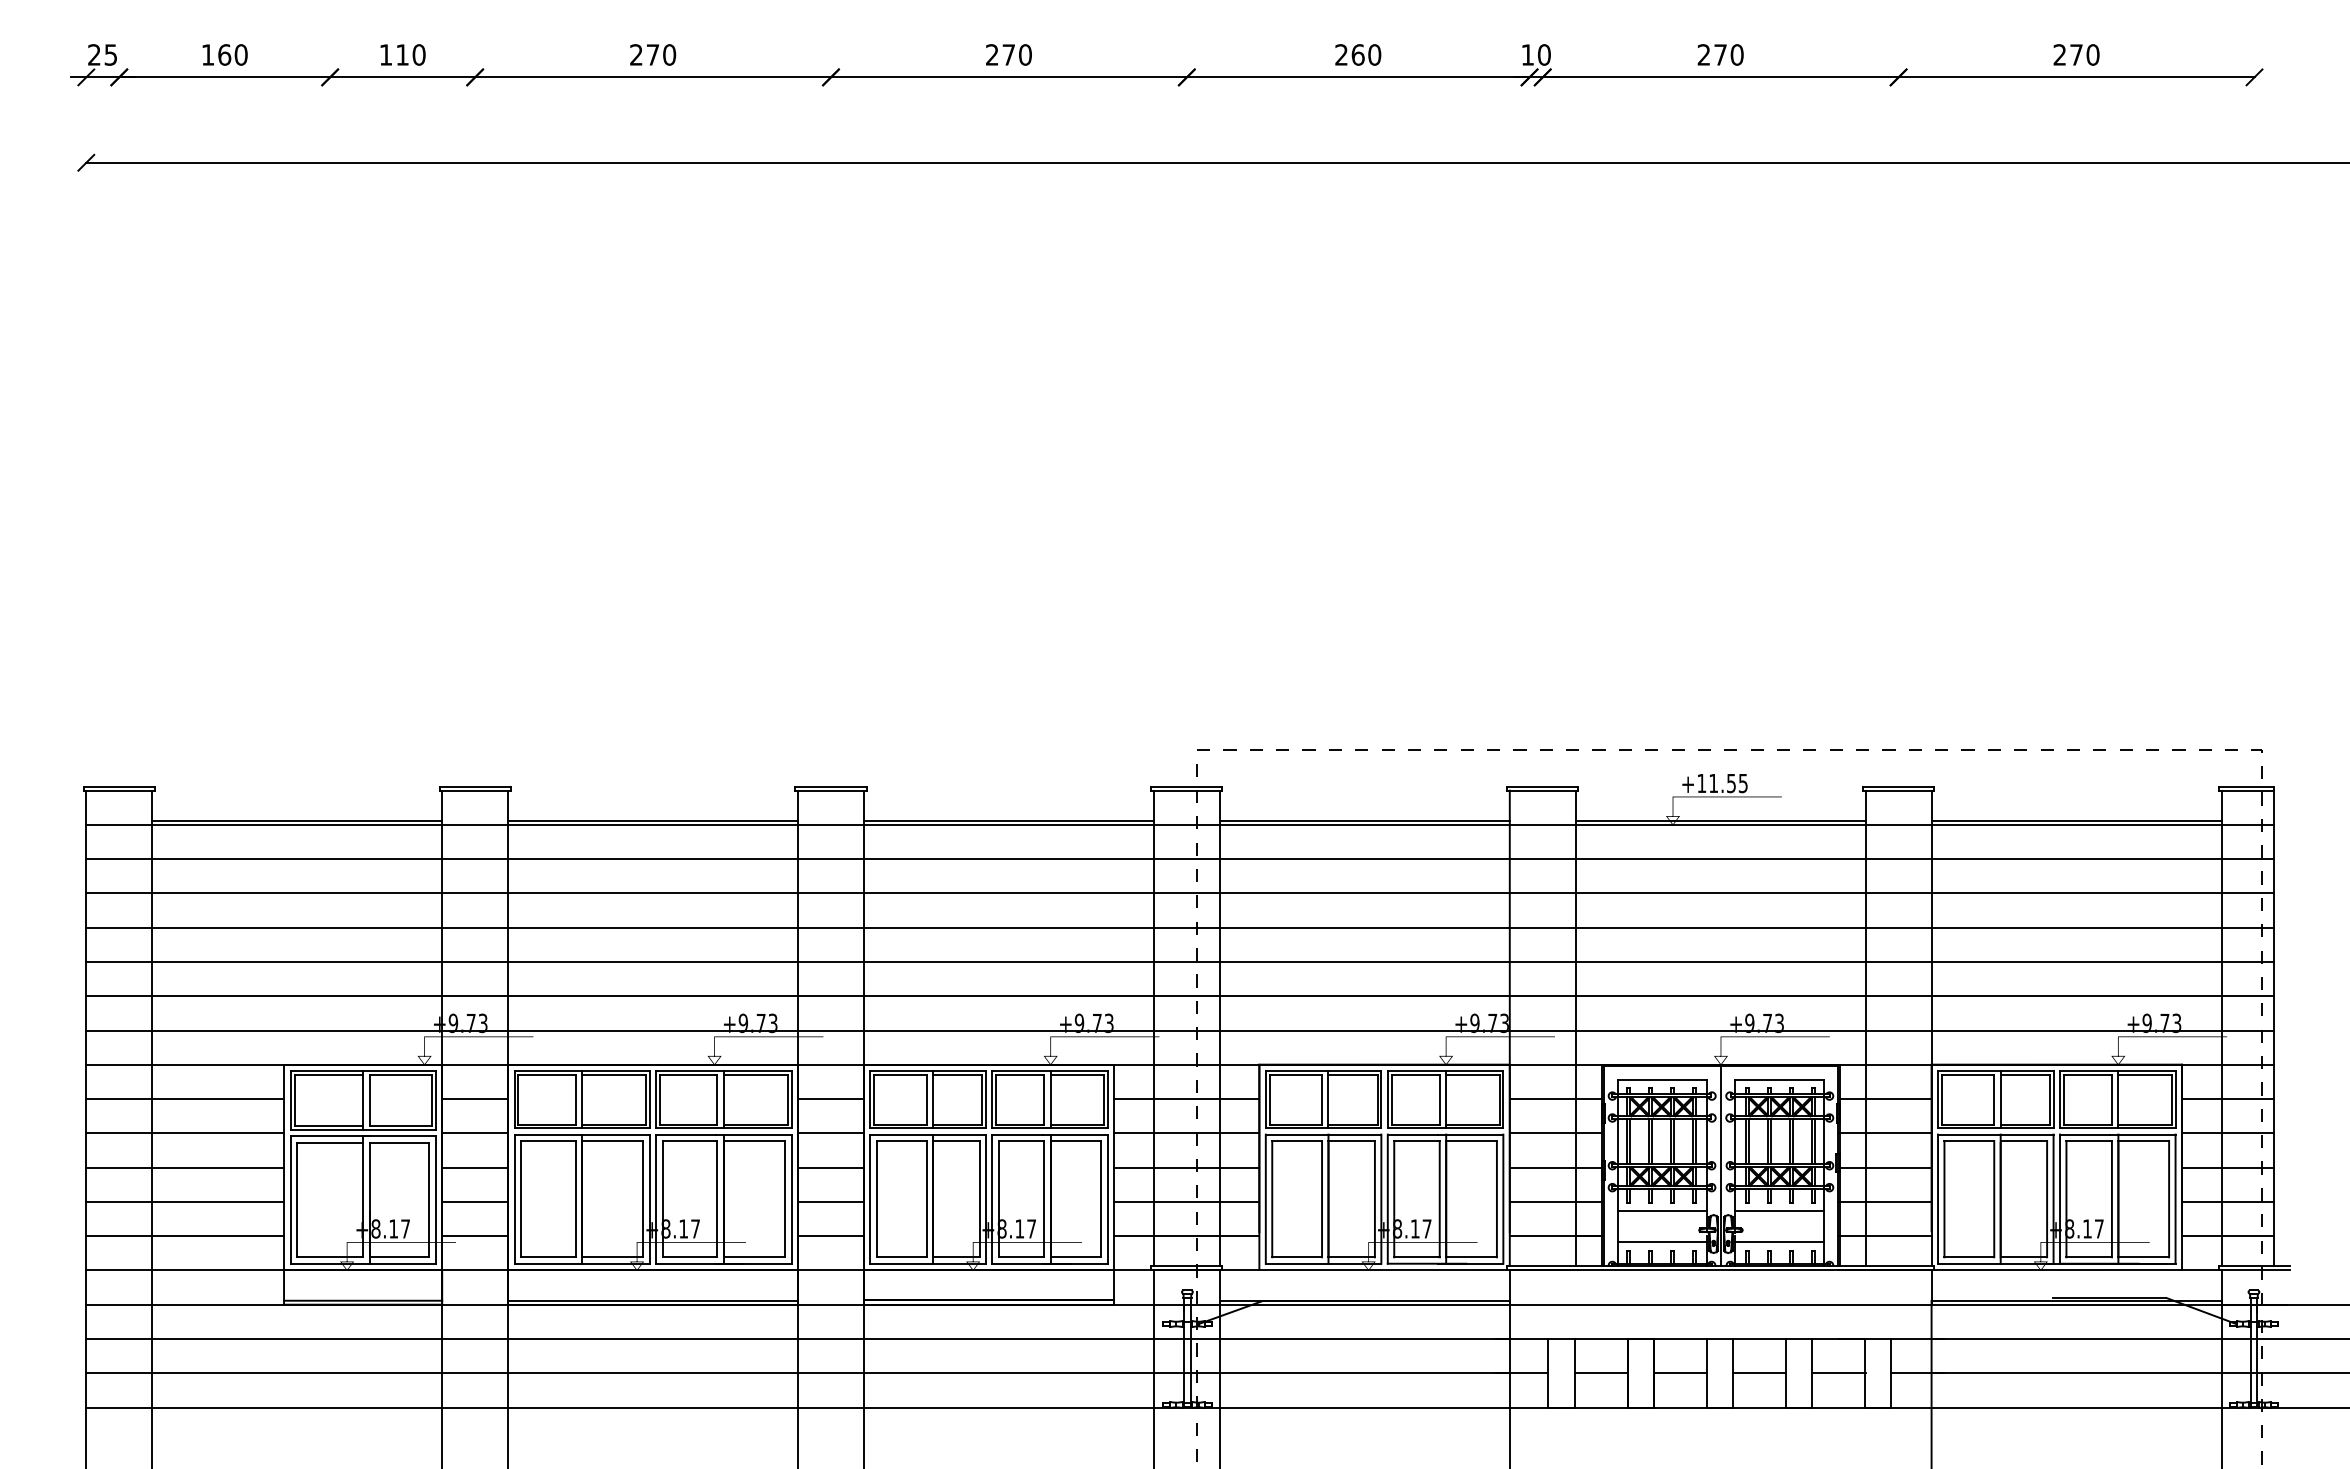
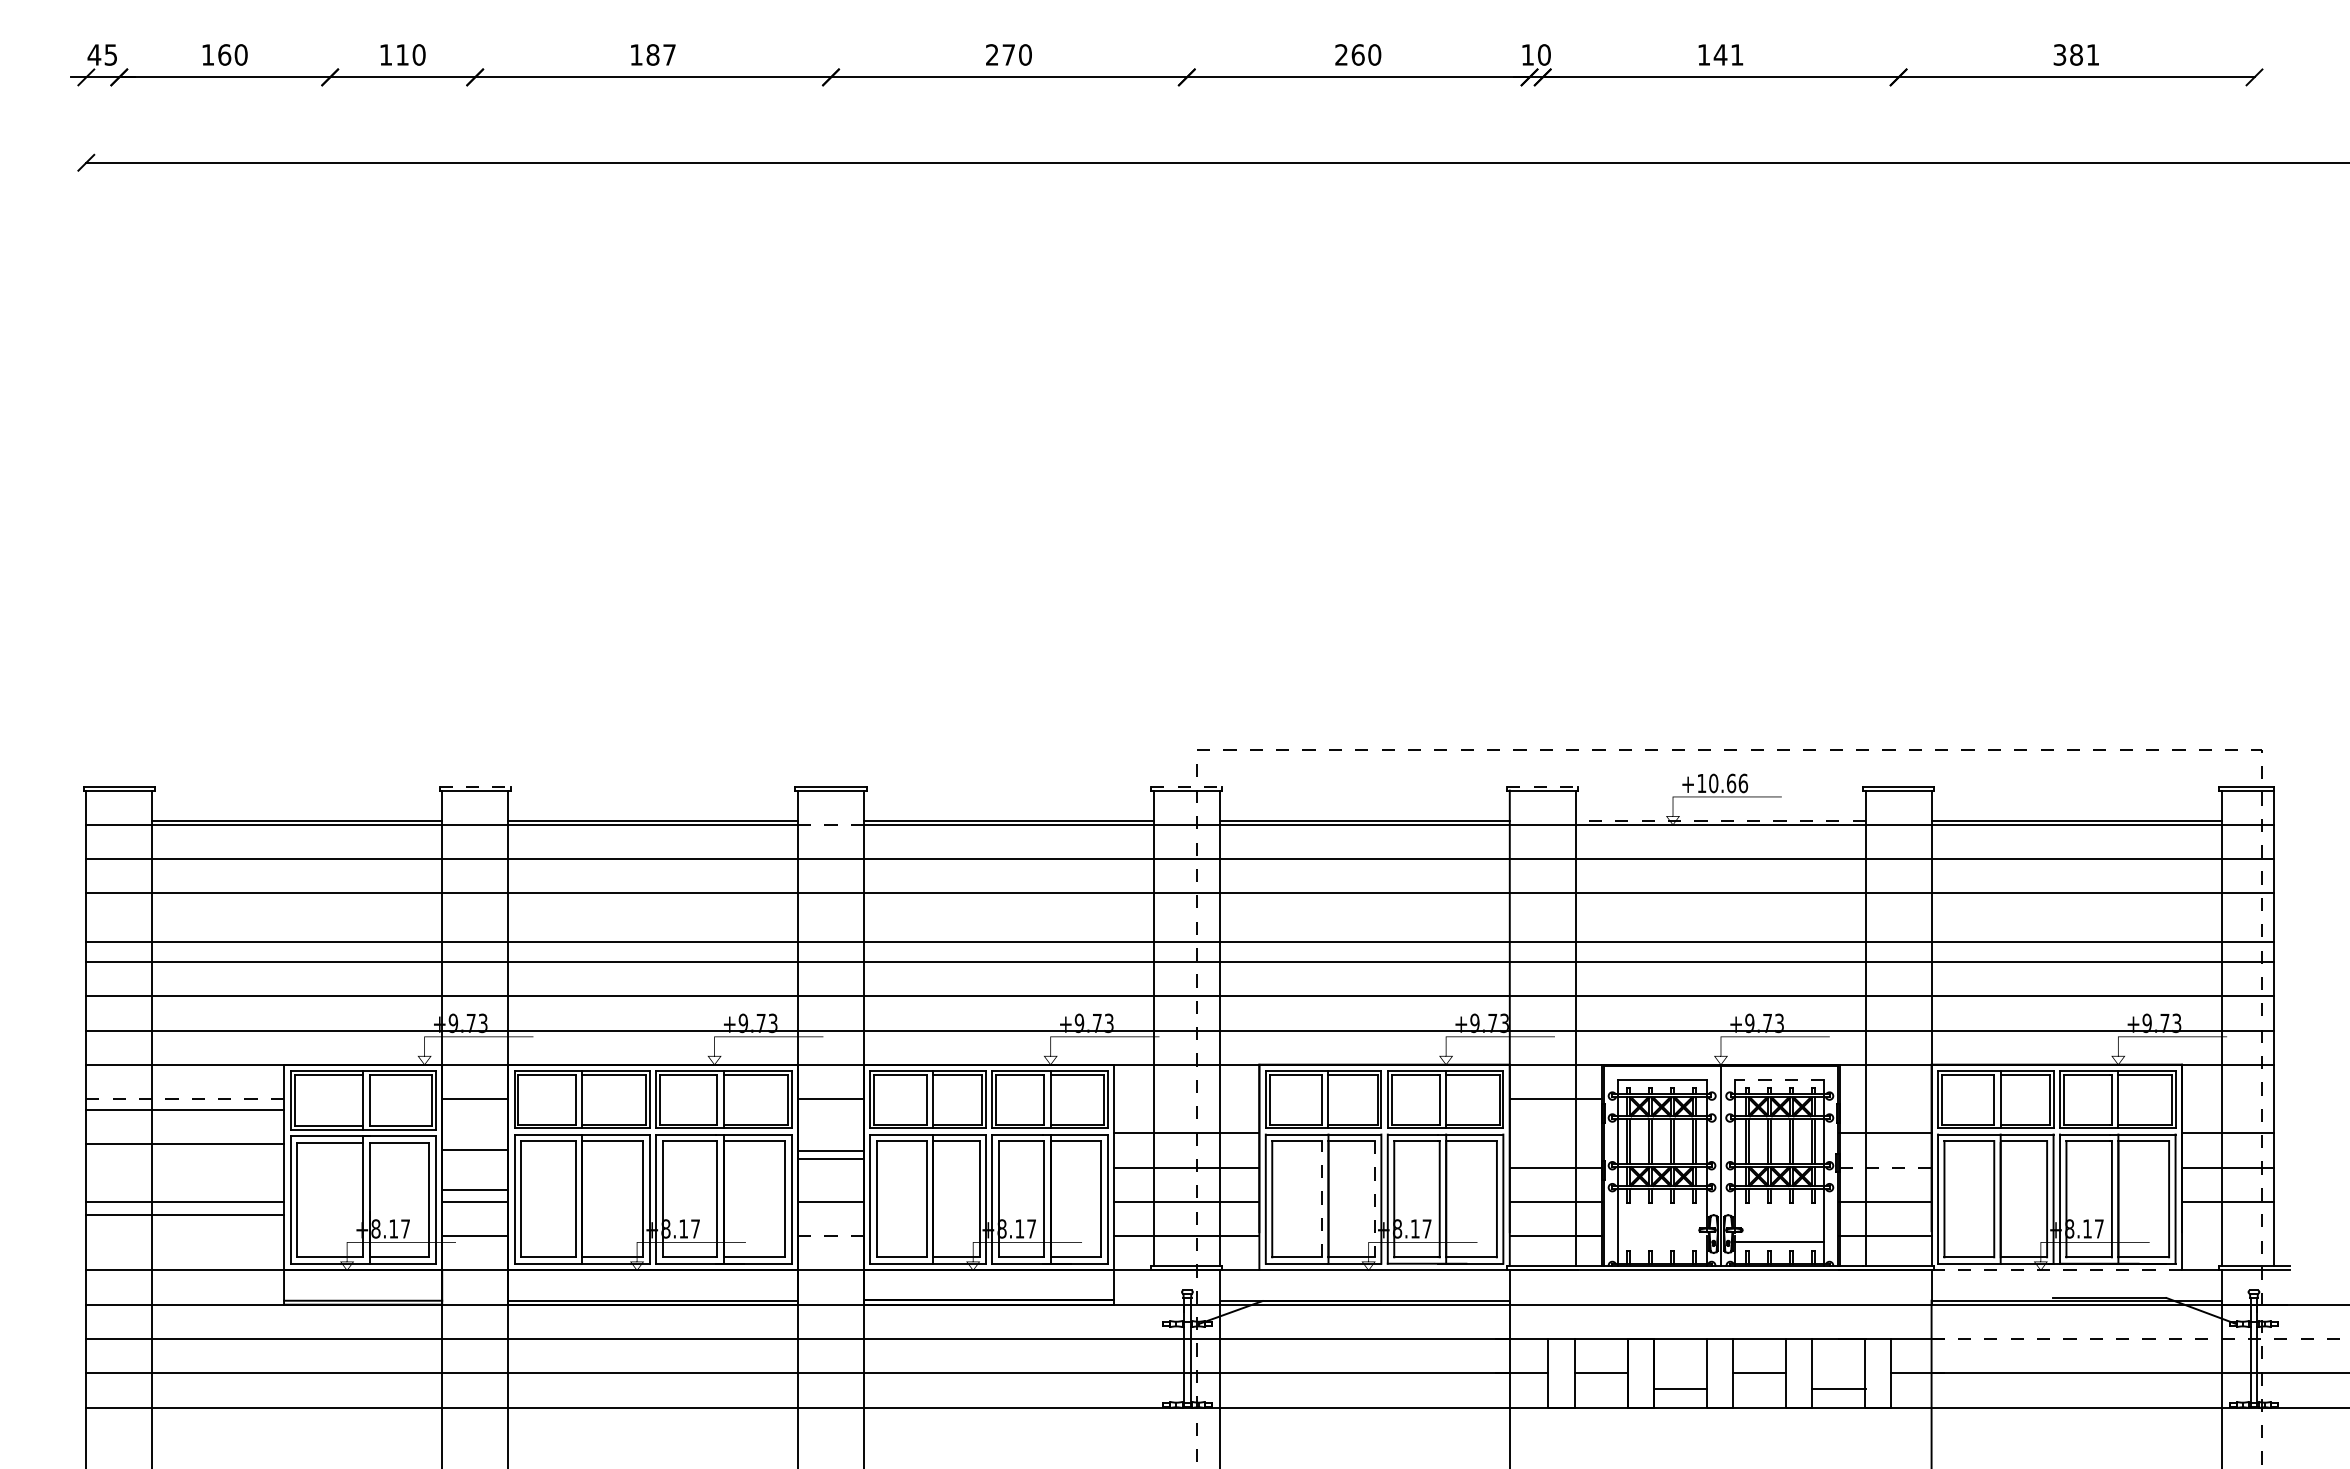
text at (94, 54): 25 -> 45
text at (653, 54): 270 -> 187
text at (1720, 54): 270 -> 141
text at (2076, 54): 270 -> 381
text at (1728, 783): +11.55 -> +10.66
line at (475, 786): solid -> dashed
line at (1186, 786): solid -> dashed
line at (1542, 786): solid -> dashed
line at (1720, 820): solid -> dashed
line at (831, 824): solid -> dashed
line at (1180, 927) position: (1180, 927) -> (1180, 941)
line at (1779, 1080): solid -> dashed
line at (185, 1099): solid -> dashed
line at (1186, 1099): present -> none
line at (1885, 1099): present -> none
line at (2228, 1099): present -> none
line at (185, 1133) position: (185, 1133) -> (185, 1110)
line at (475, 1133) position: (475, 1133) -> (475, 1150)
line at (830, 1133) position: (830, 1133) -> (830, 1159)
line at (1555, 1133): present -> none
line at (185, 1167) position: (185, 1167) -> (185, 1143)
line at (475, 1167) position: (475, 1167) -> (475, 1189)
line at (830, 1167) position: (830, 1167) -> (830, 1150)
line at (1885, 1167): solid -> dashed
line at (1322, 1198): solid -> dashed
line at (1374, 1199): solid -> dashed
line at (1661, 1210): present -> none
line at (1779, 1210): present -> none
line at (185, 1236) position: (185, 1236) -> (185, 1215)
line at (831, 1236): solid -> dashed
line at (2228, 1236): present -> none
line at (1661, 1241): present -> none
line at (2056, 1270): solid -> dashed
line at (2140, 1338): solid -> dashed
line at (1153, 1367): present -> none
line at (1679, 1373) position: (1679, 1373) -> (1679, 1389)
line at (1838, 1373) position: (1838, 1373) -> (1838, 1389)
